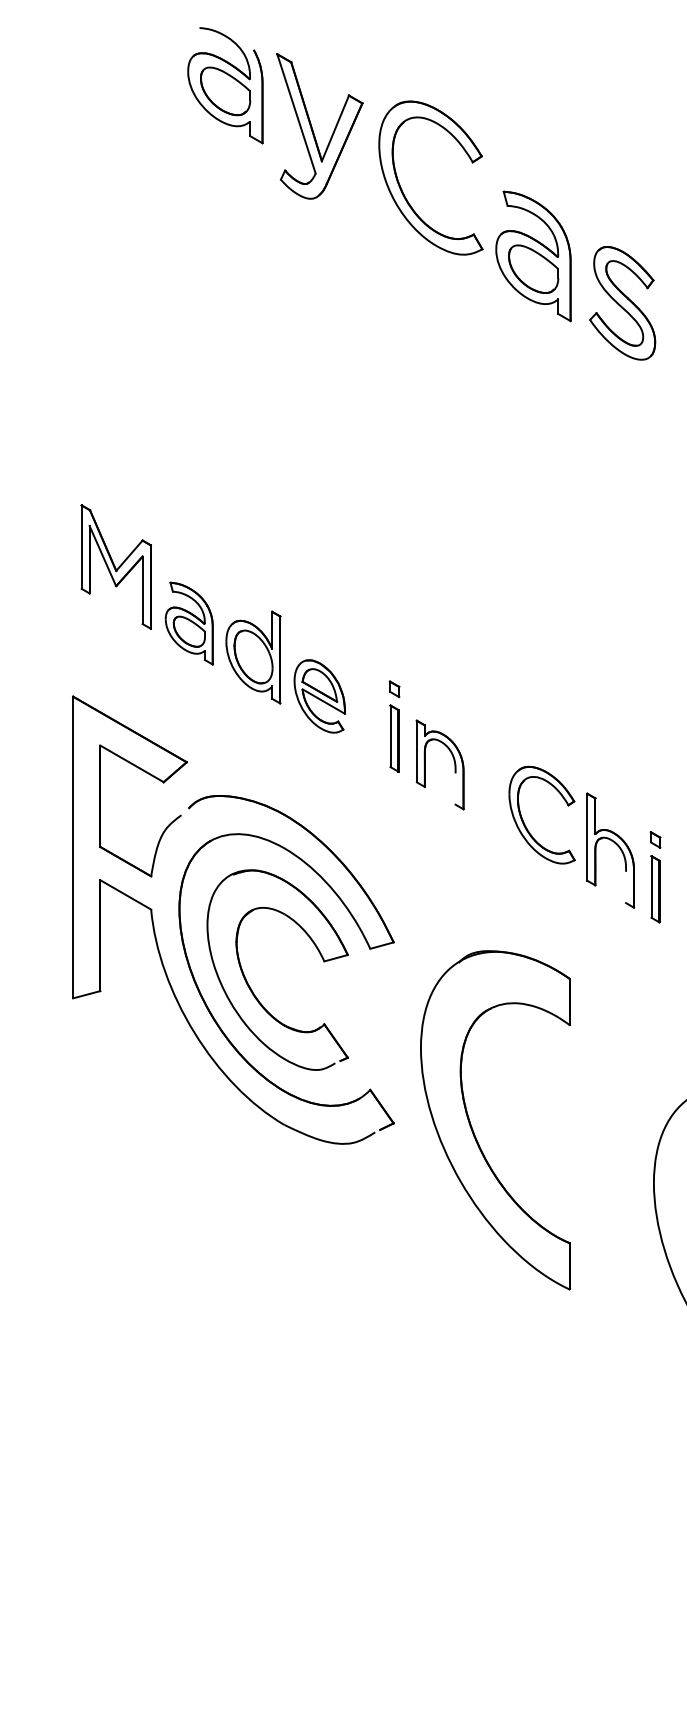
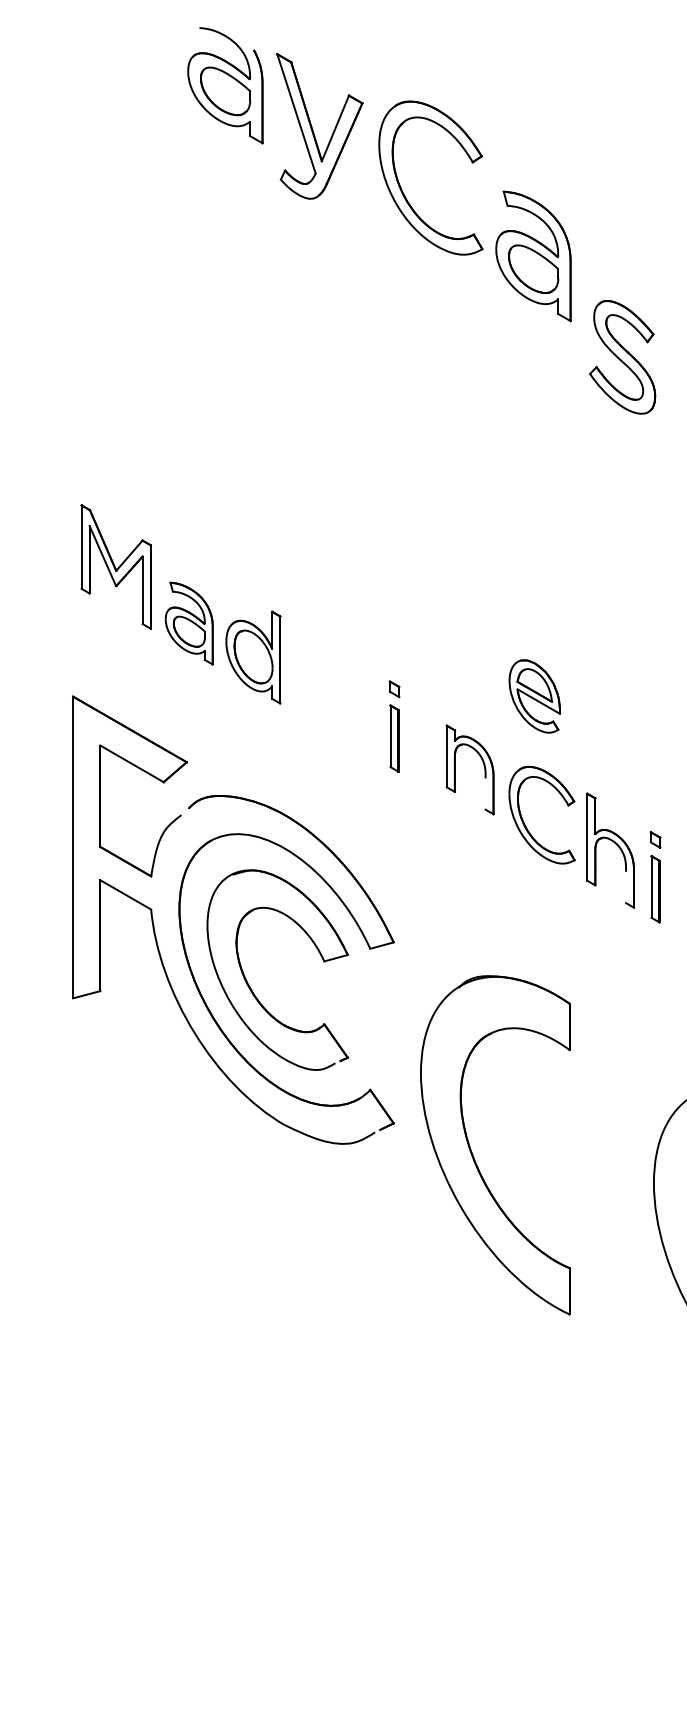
part at (622, 303) position: (622, 303) -> (622, 357)
part at (319, 696) position: (319, 696) -> (534, 696)
part at (425, 764) position: (425, 764) -> (455, 769)
part at (473, 1129) position: (473, 1129) -> (473, 1154)
